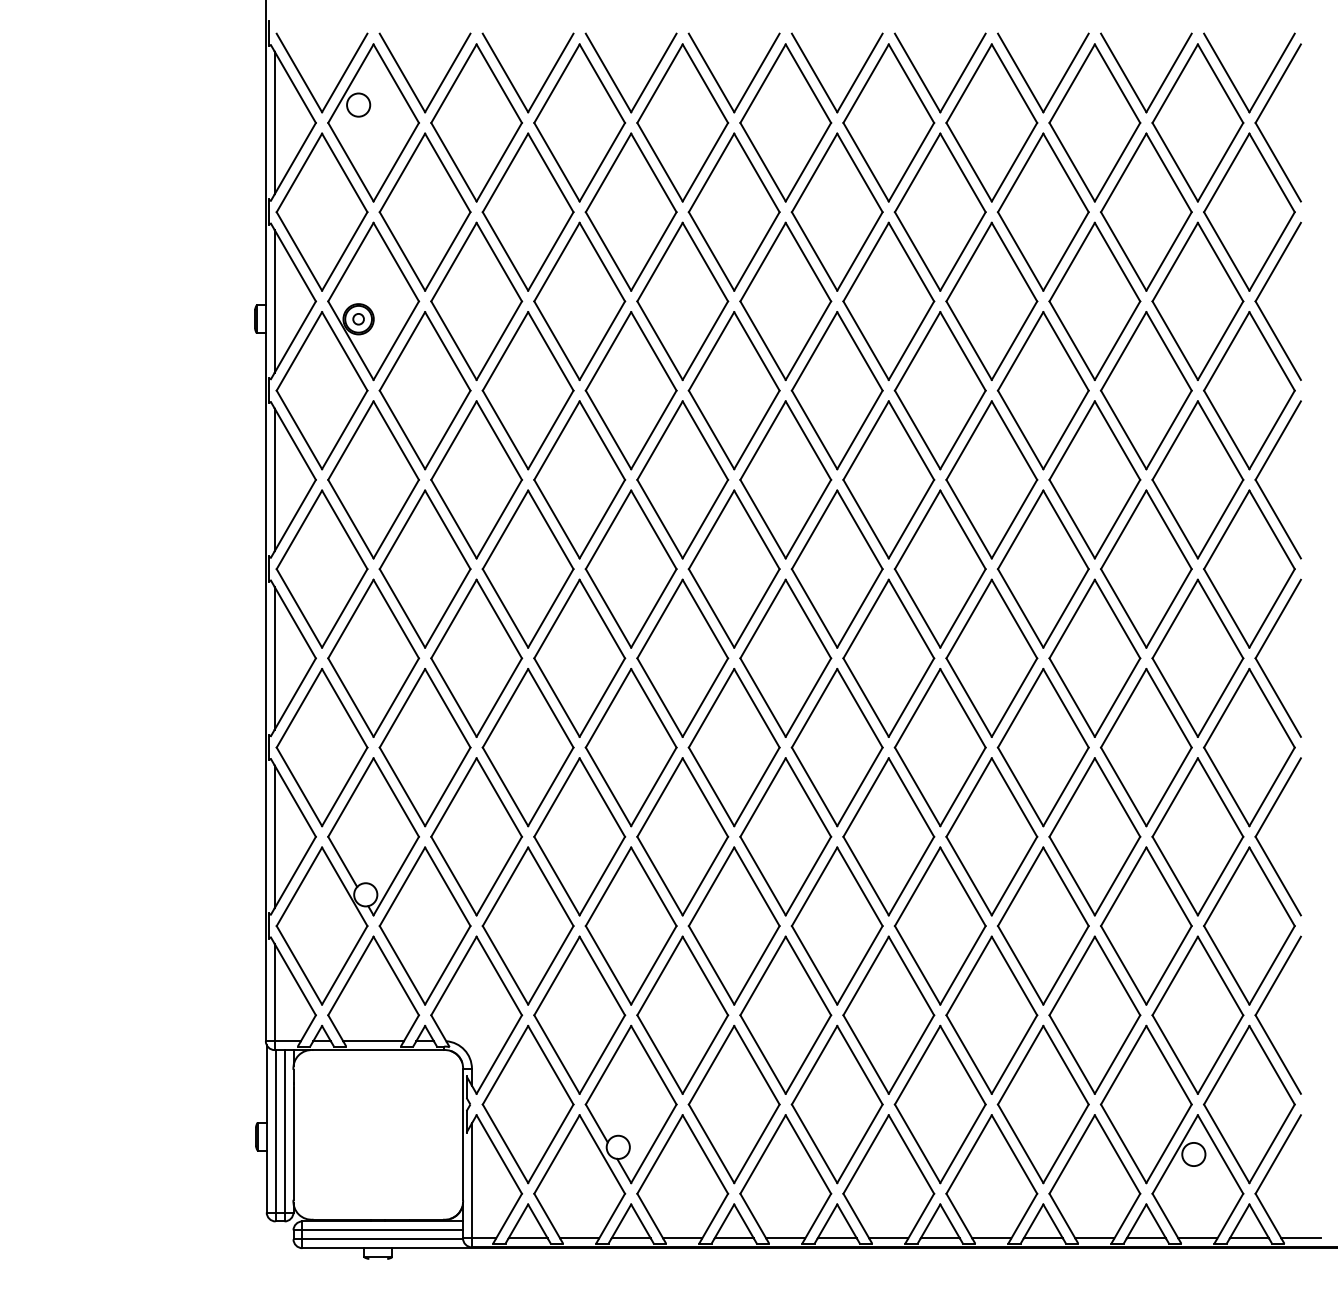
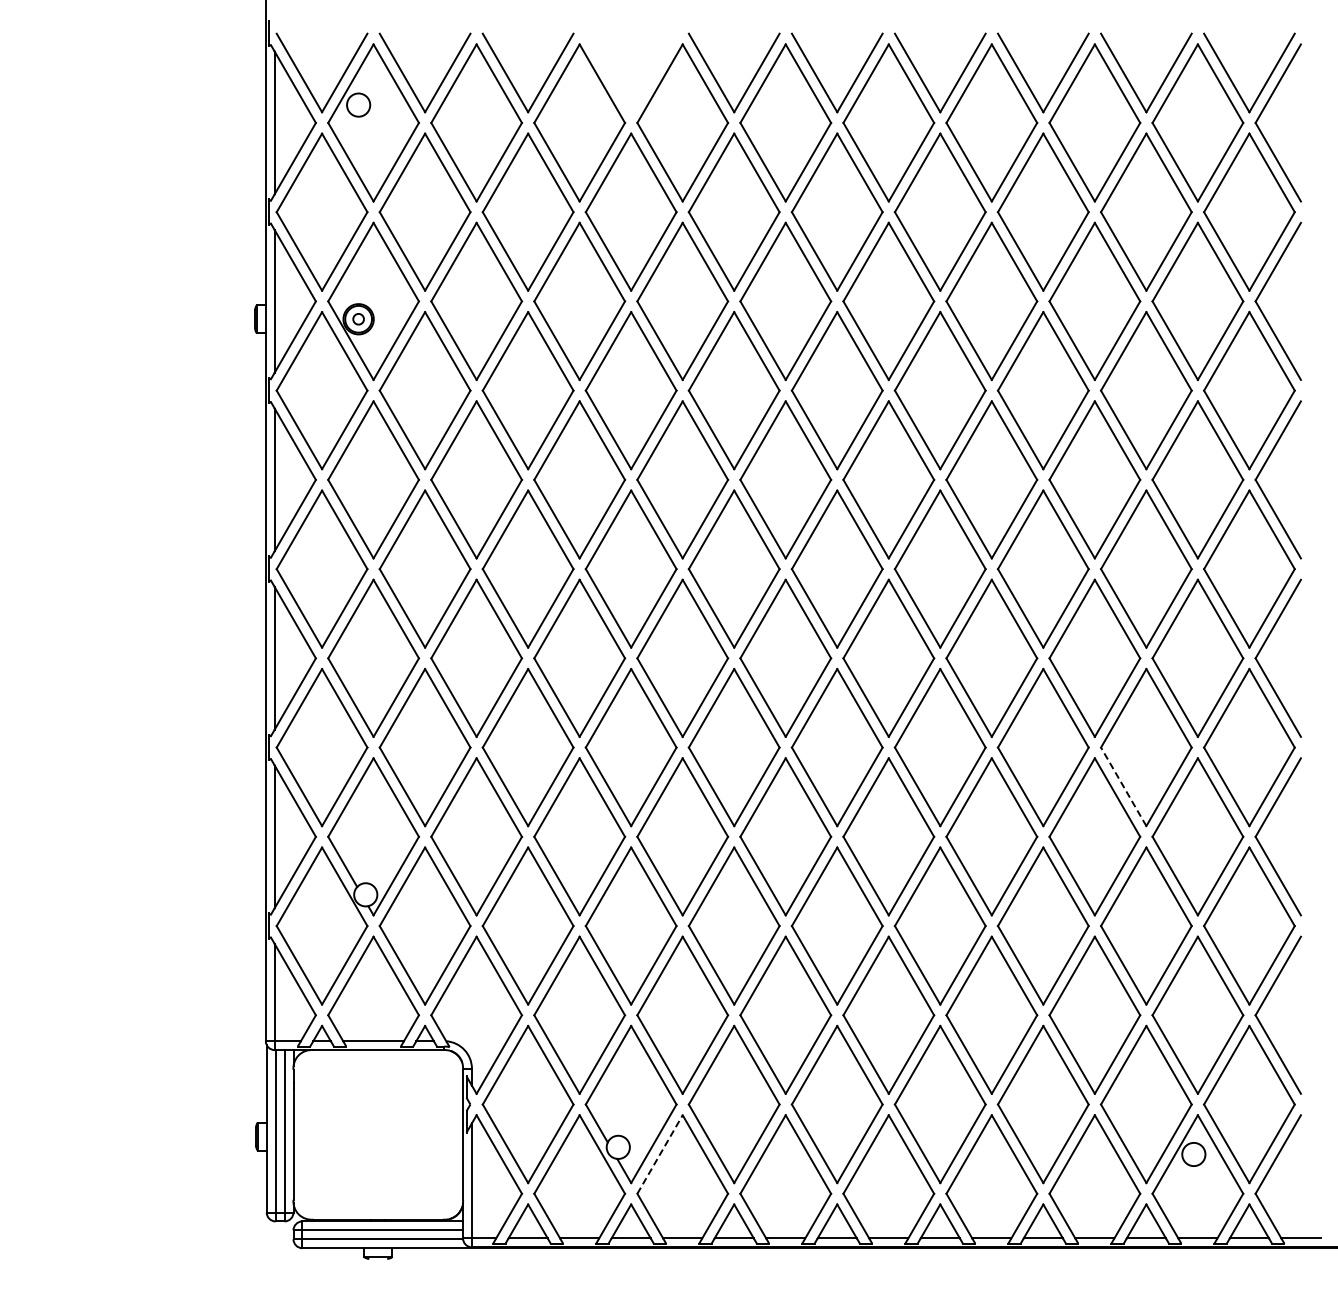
part at (615, 82): present -> none
line at (1123, 786): solid -> dashed
line at (660, 1154): solid -> dashed
